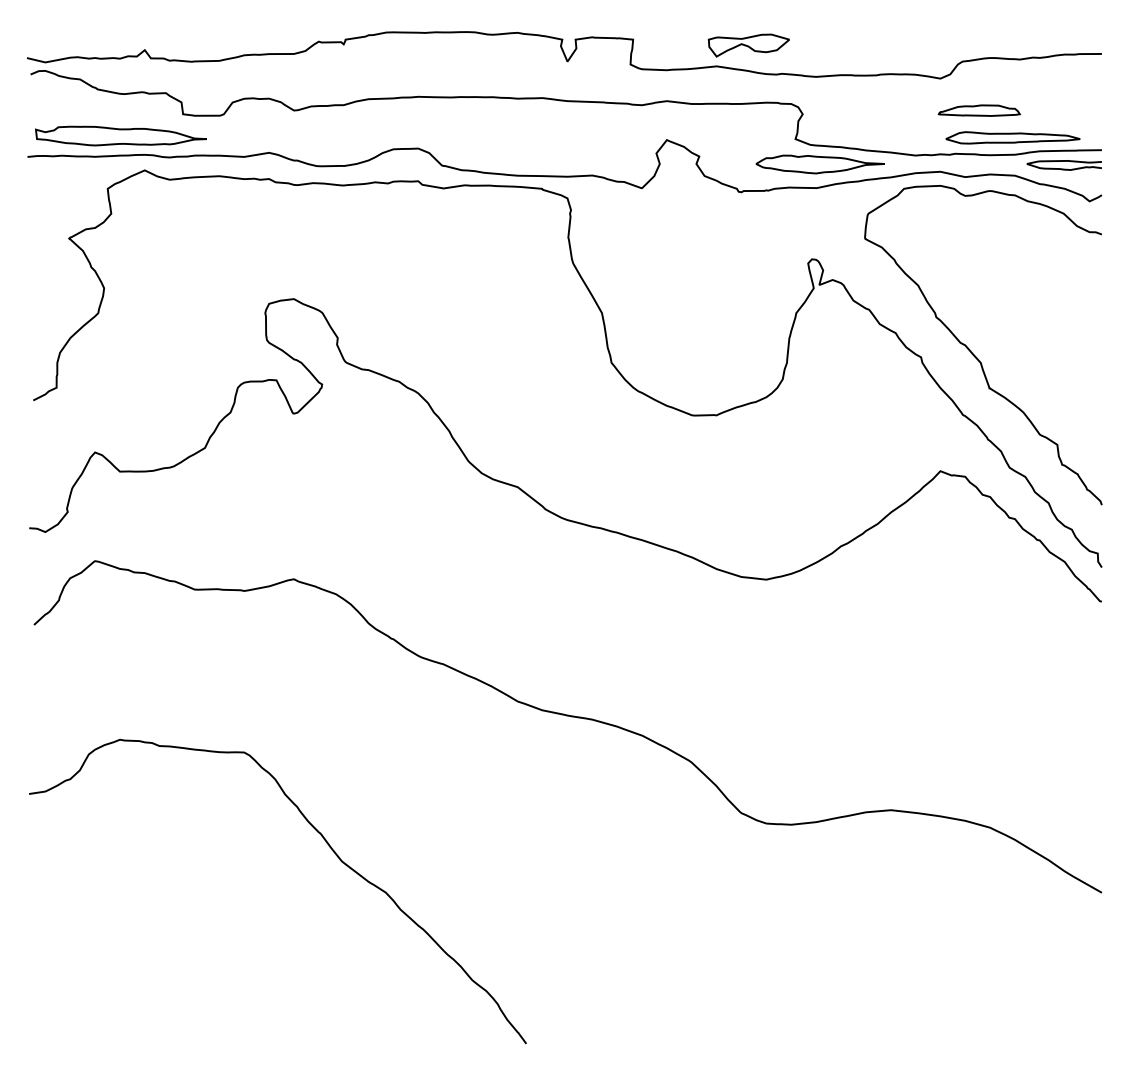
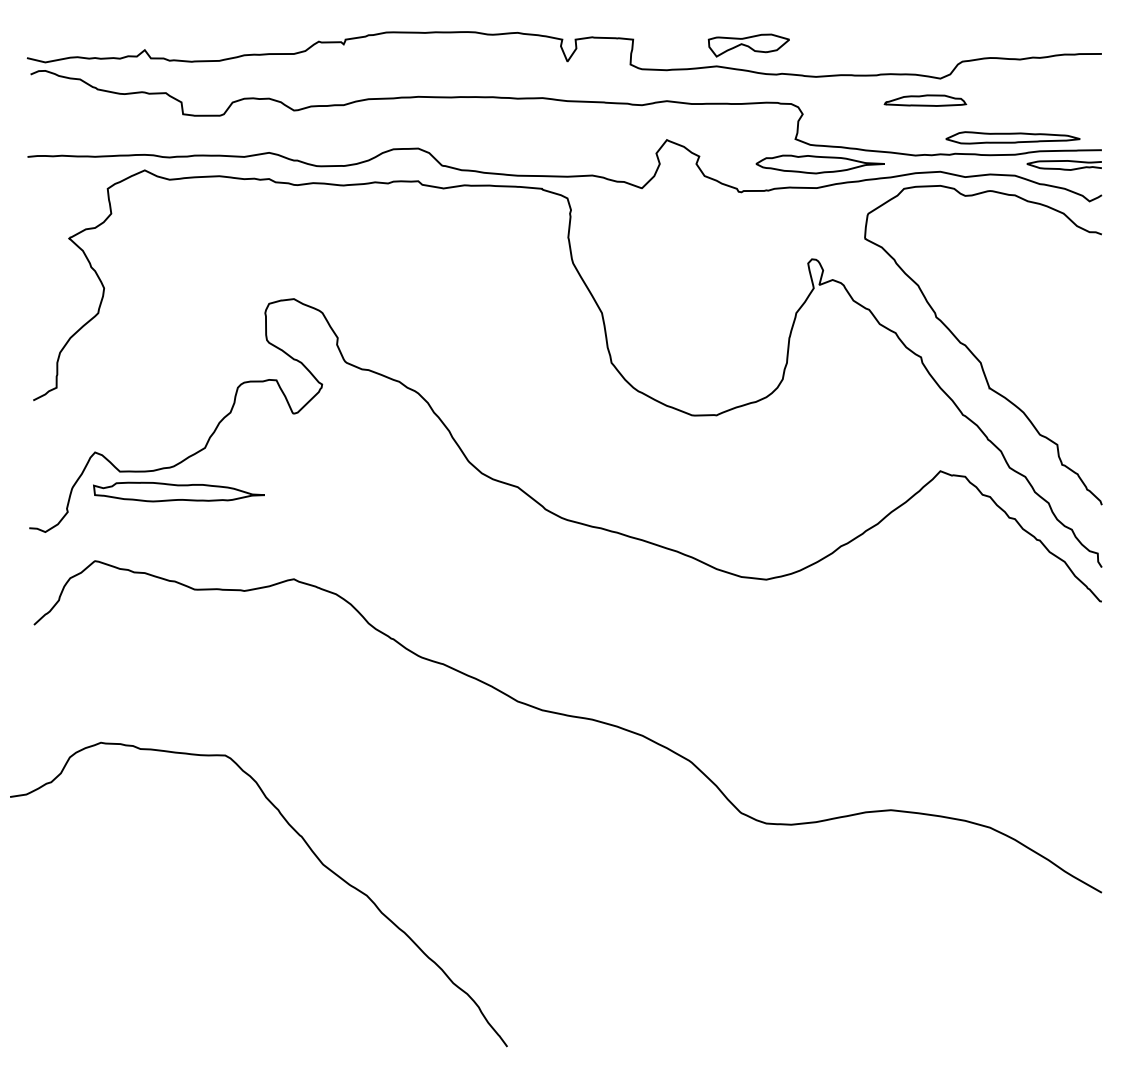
part at (979, 110) position: (979, 110) -> (925, 100)
part at (120, 135) position: (120, 135) -> (178, 491)
curve at (332, 851) position: (332, 851) -> (313, 854)
